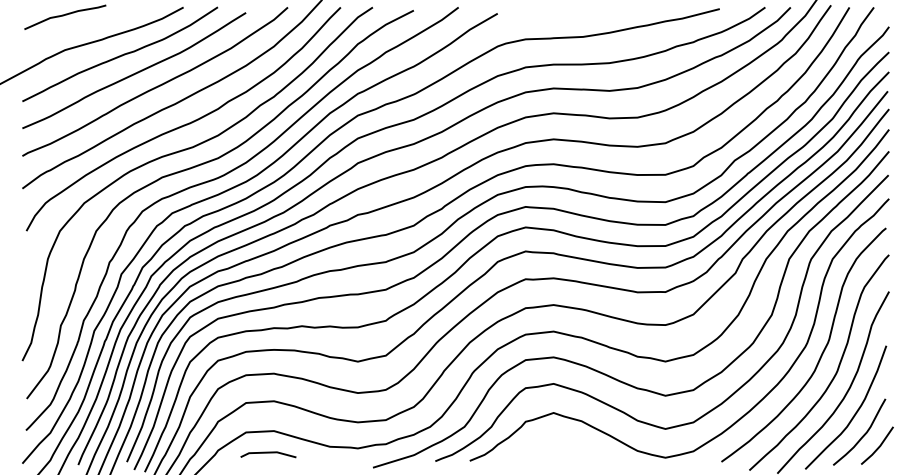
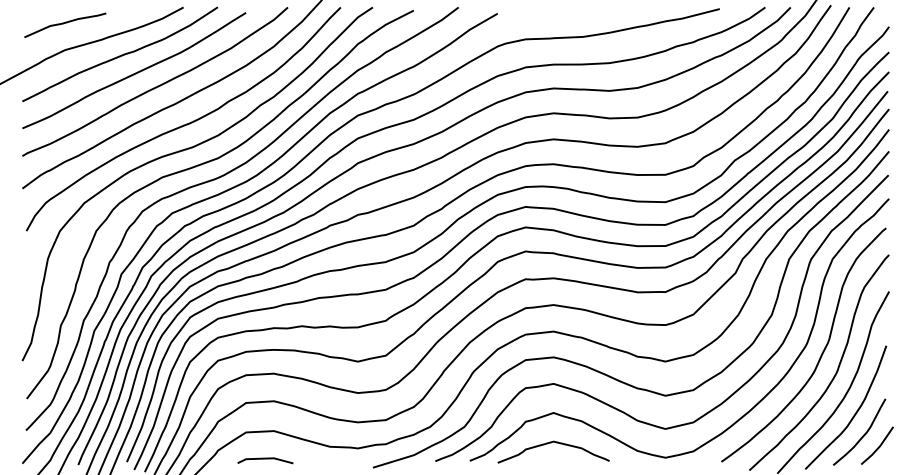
curve at (65, 15) position: (65, 15) -> (65, 23)
curve at (551, 443): none -> present
line at (268, 453) position: (268, 453) -> (265, 459)
